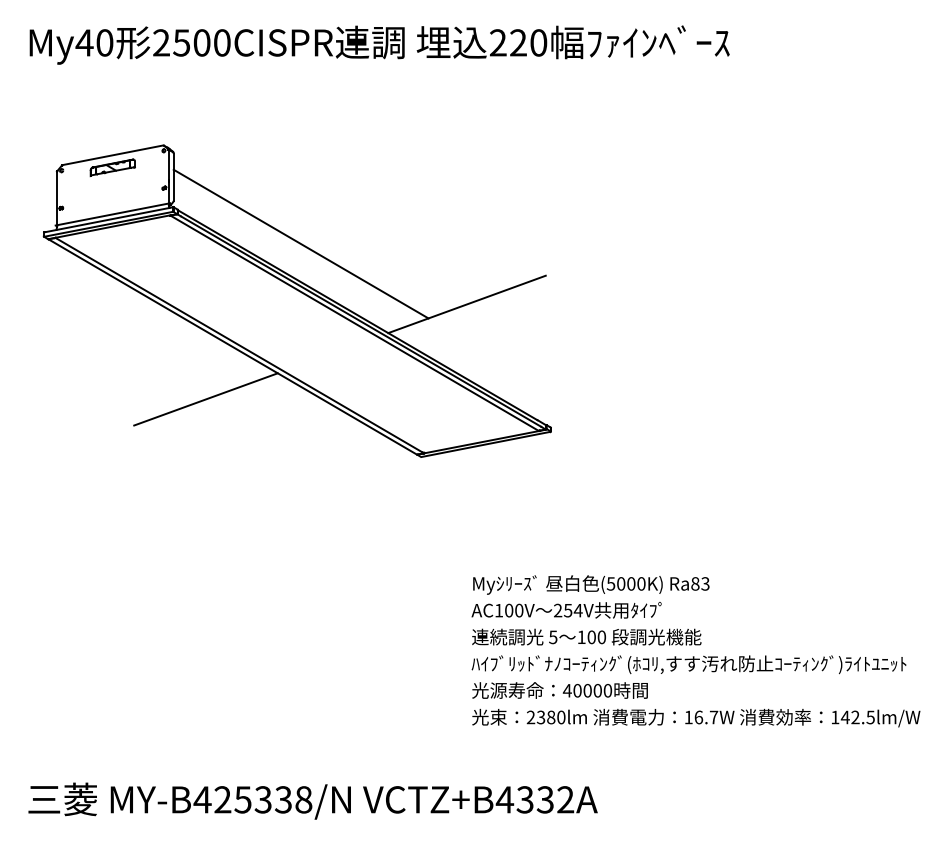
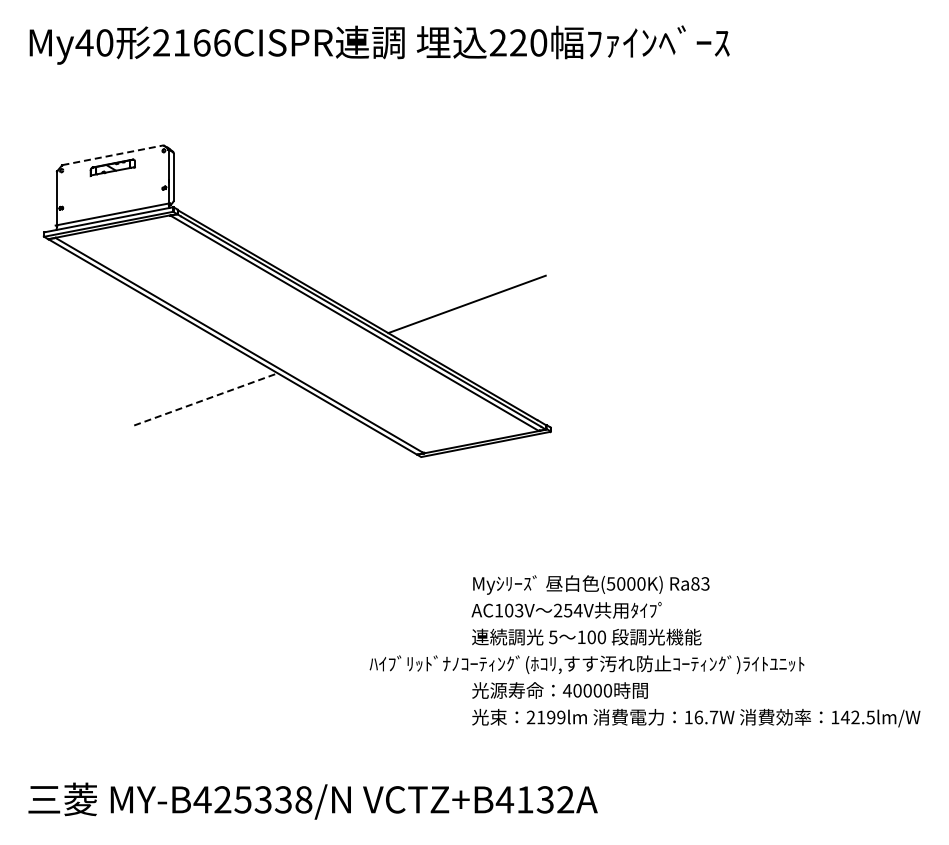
text at (201, 42): 2500CISPR -> 2166CISPR
line at (114, 155): solid -> dashed
line at (300, 243): present -> none
line at (206, 399): solid -> dashed
text at (519, 610): AC100V -> AC103V
text at (688, 664) position: (688, 664) -> (586, 664)
text at (550, 717): 2380lm -> 2199lm
text at (524, 799): VCTZ+B4332A -> VCTZ+B4132A
